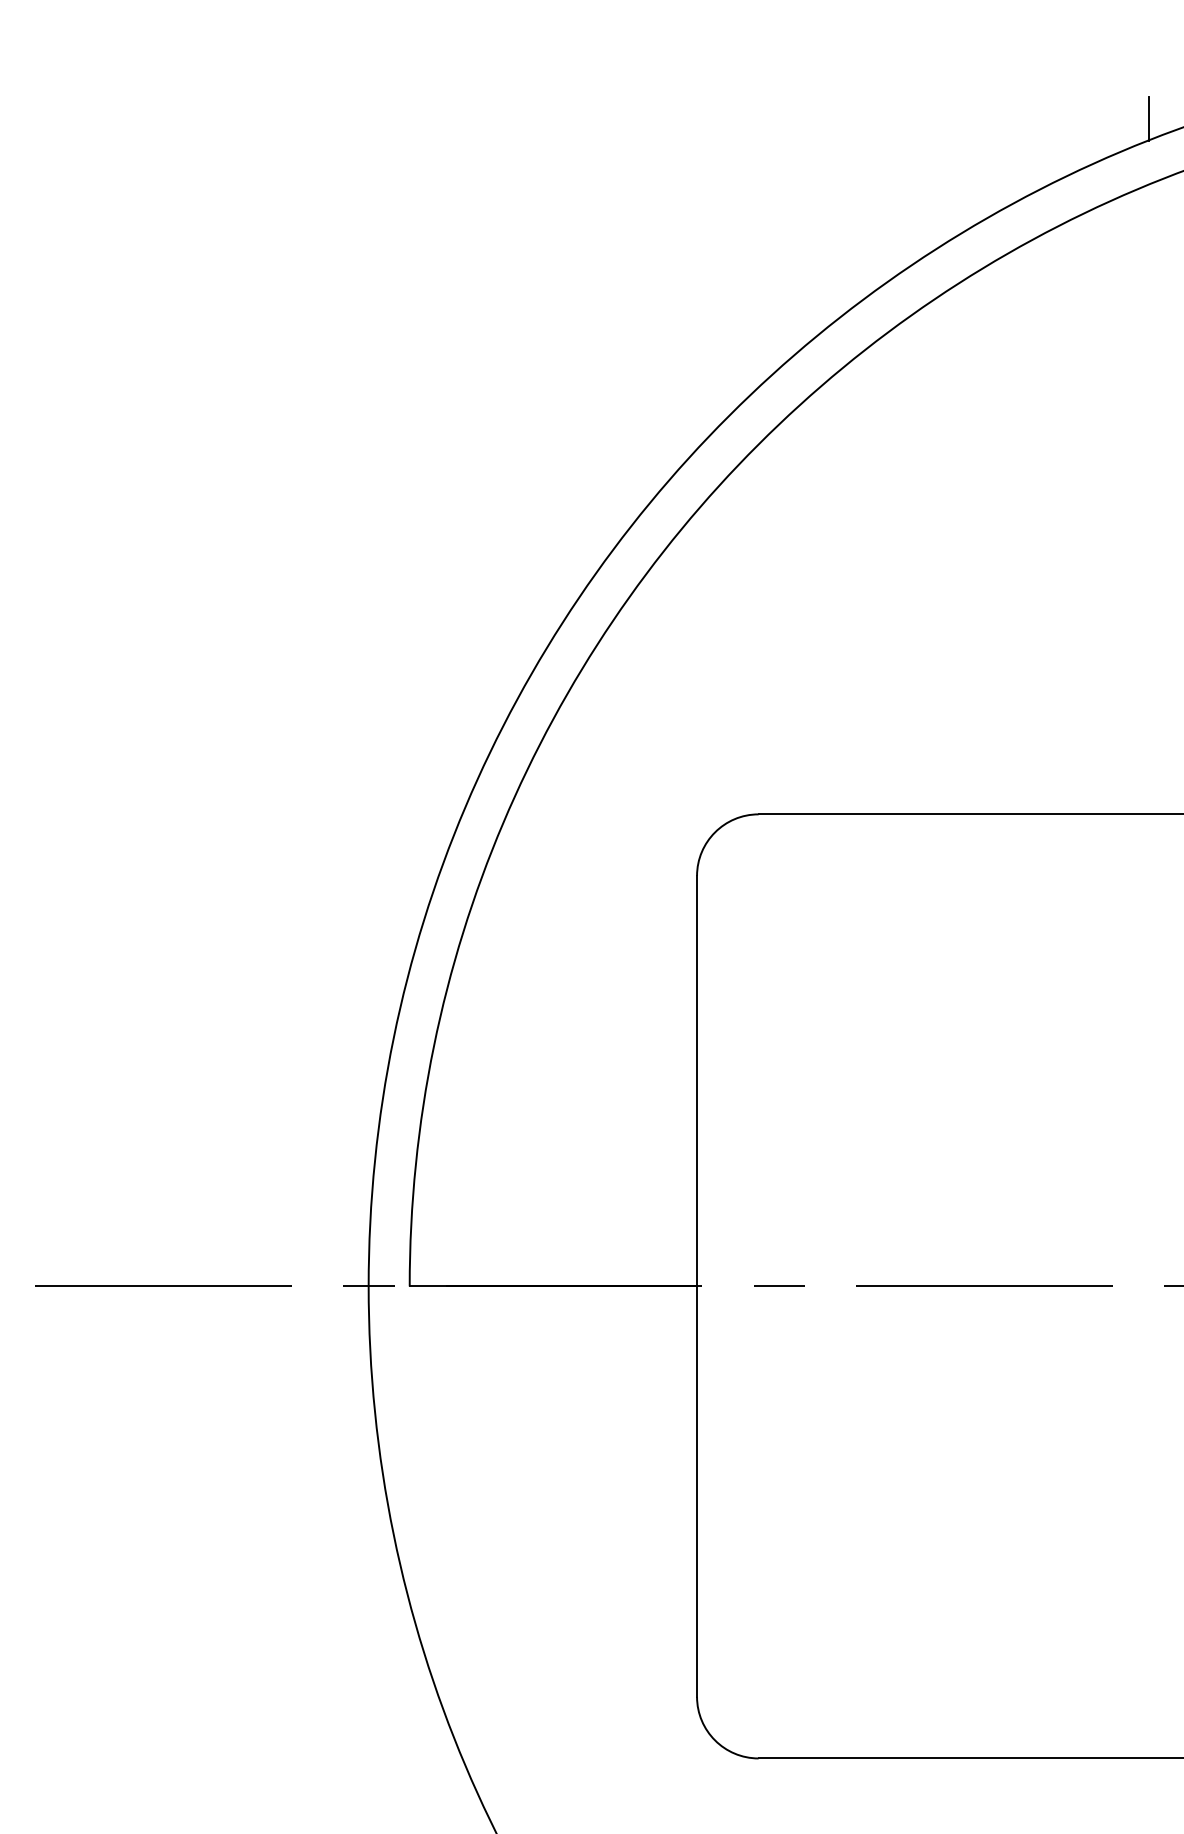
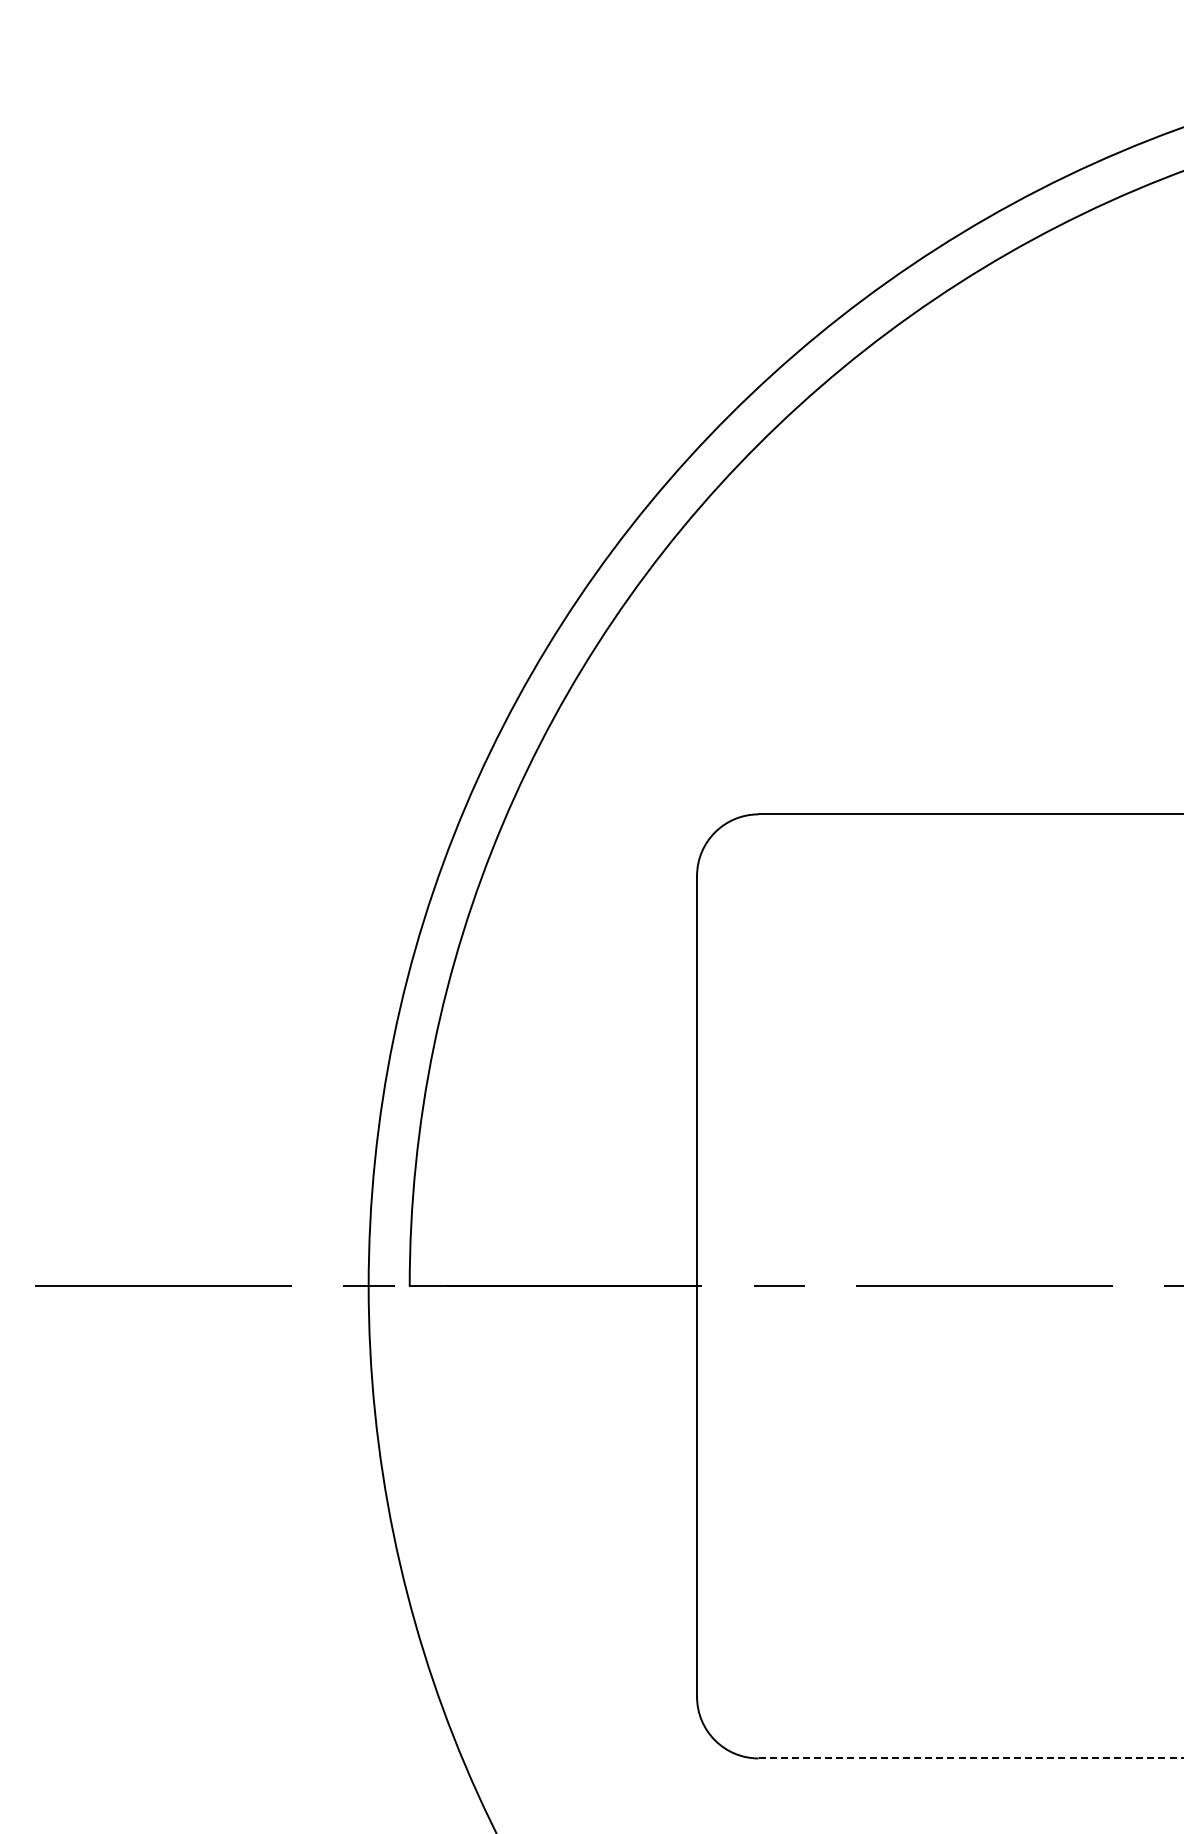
line at (1148, 118): present -> none
line at (971, 1758): solid -> dashed
